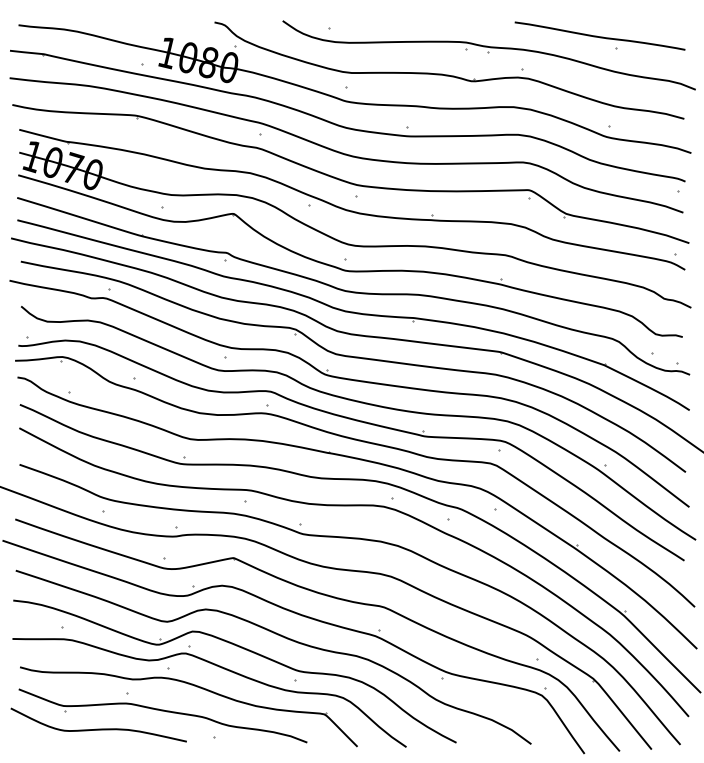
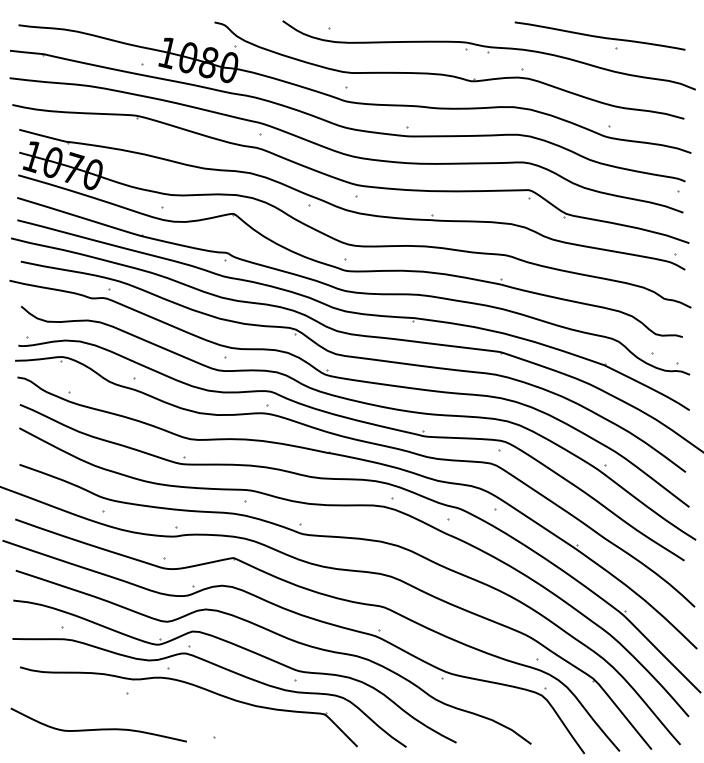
part at (162, 715): present -> none
